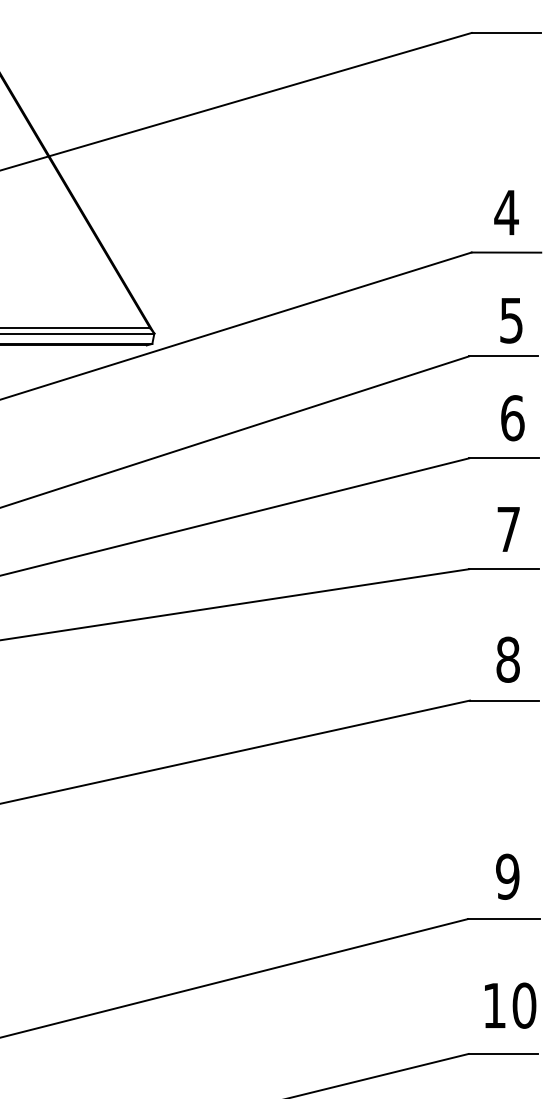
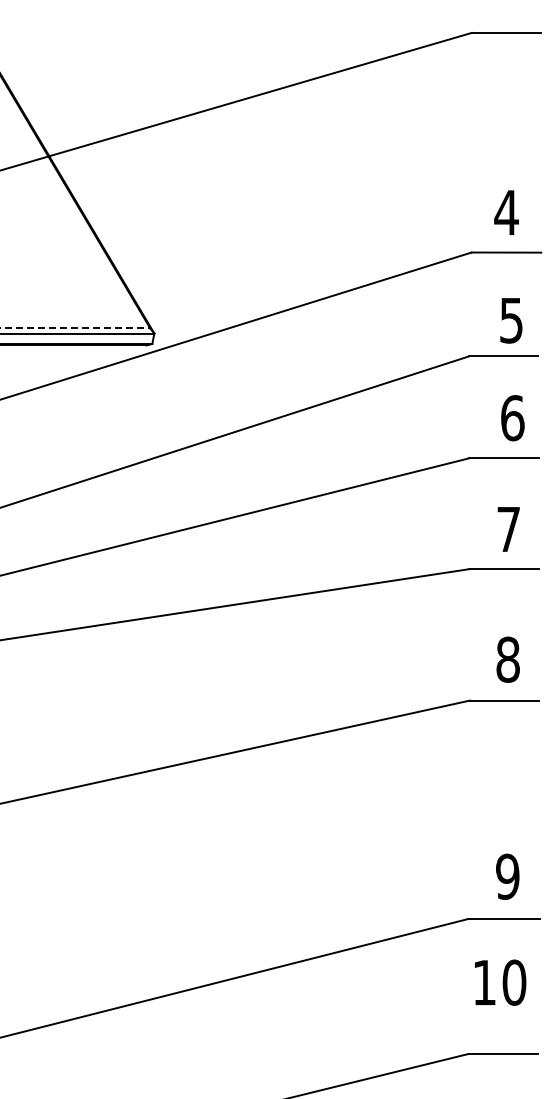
line at (75, 328): solid -> dashed
text at (510, 1005) position: (510, 1005) -> (500, 982)
